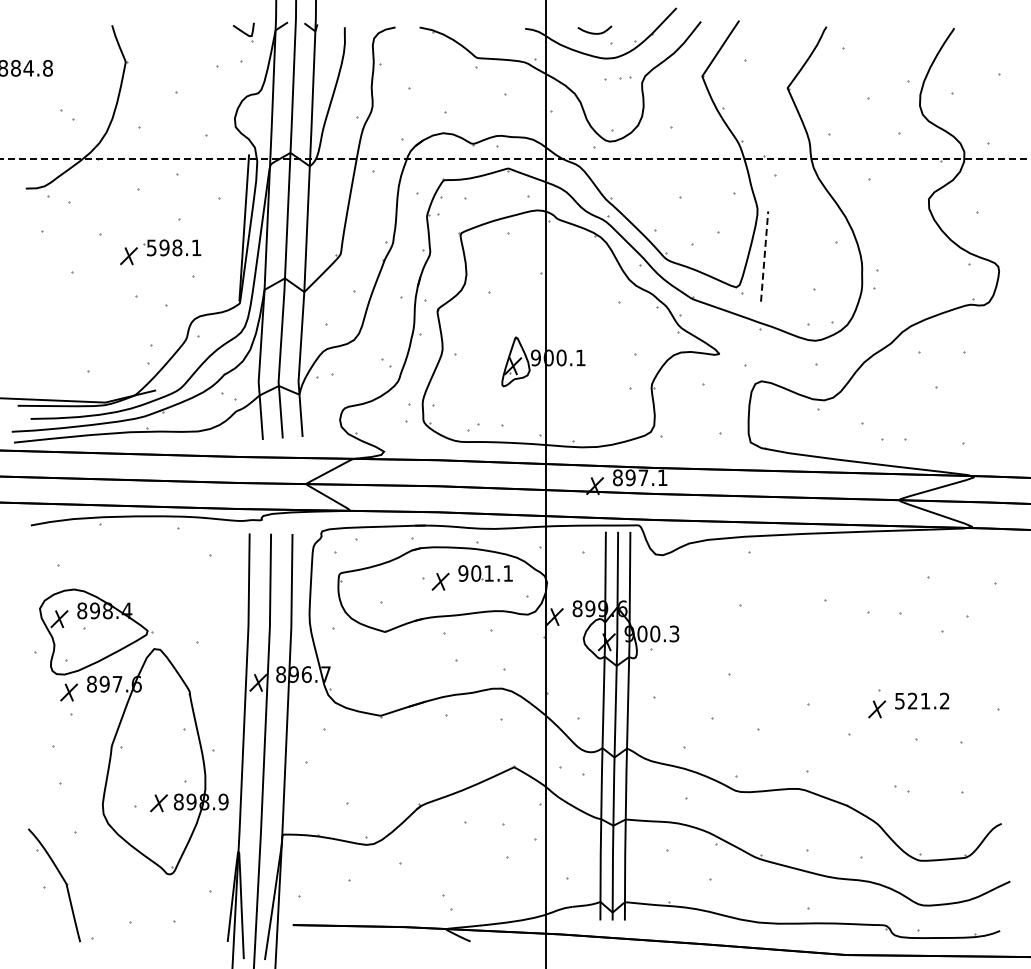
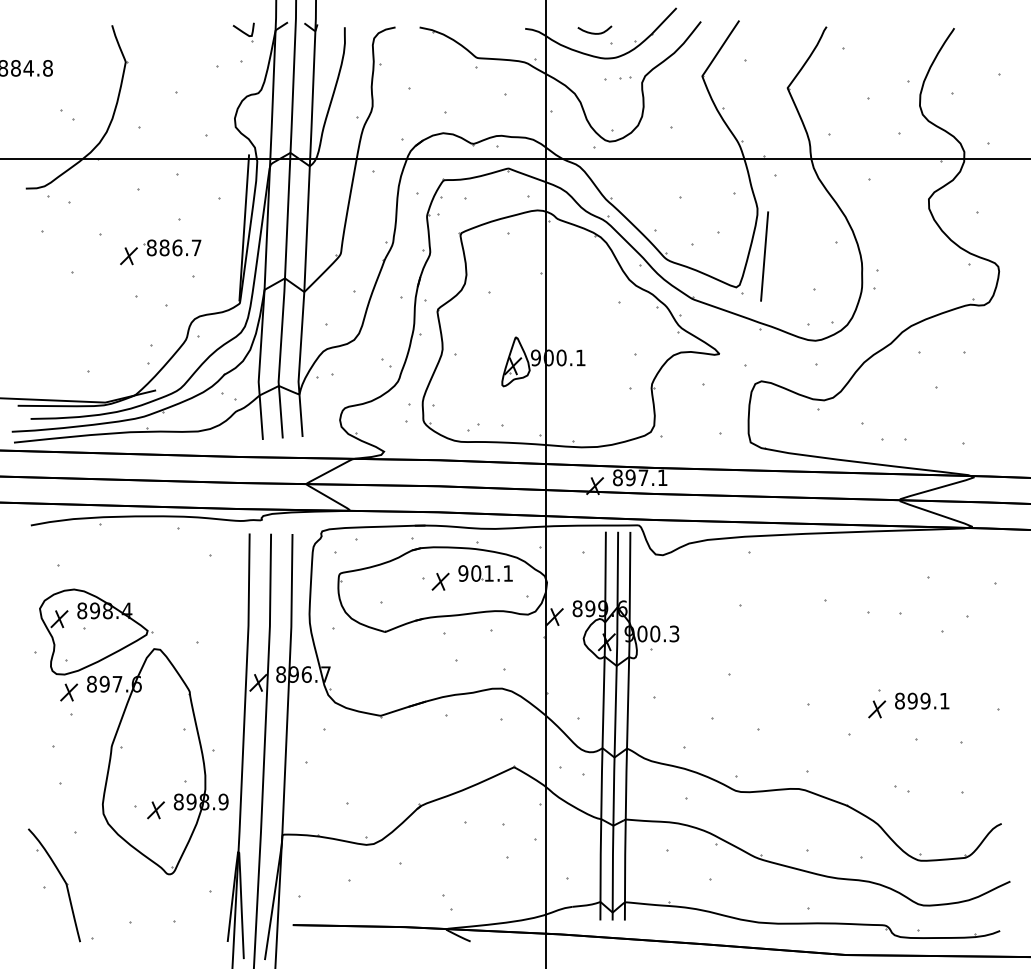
line at (515, 158): dashed -> solid
text at (173, 247): 598.1 -> 886.7
line at (764, 256): dashed -> solid
text at (922, 700): 521.2 -> 899.1
part at (158, 803) position: (158, 803) -> (155, 810)
